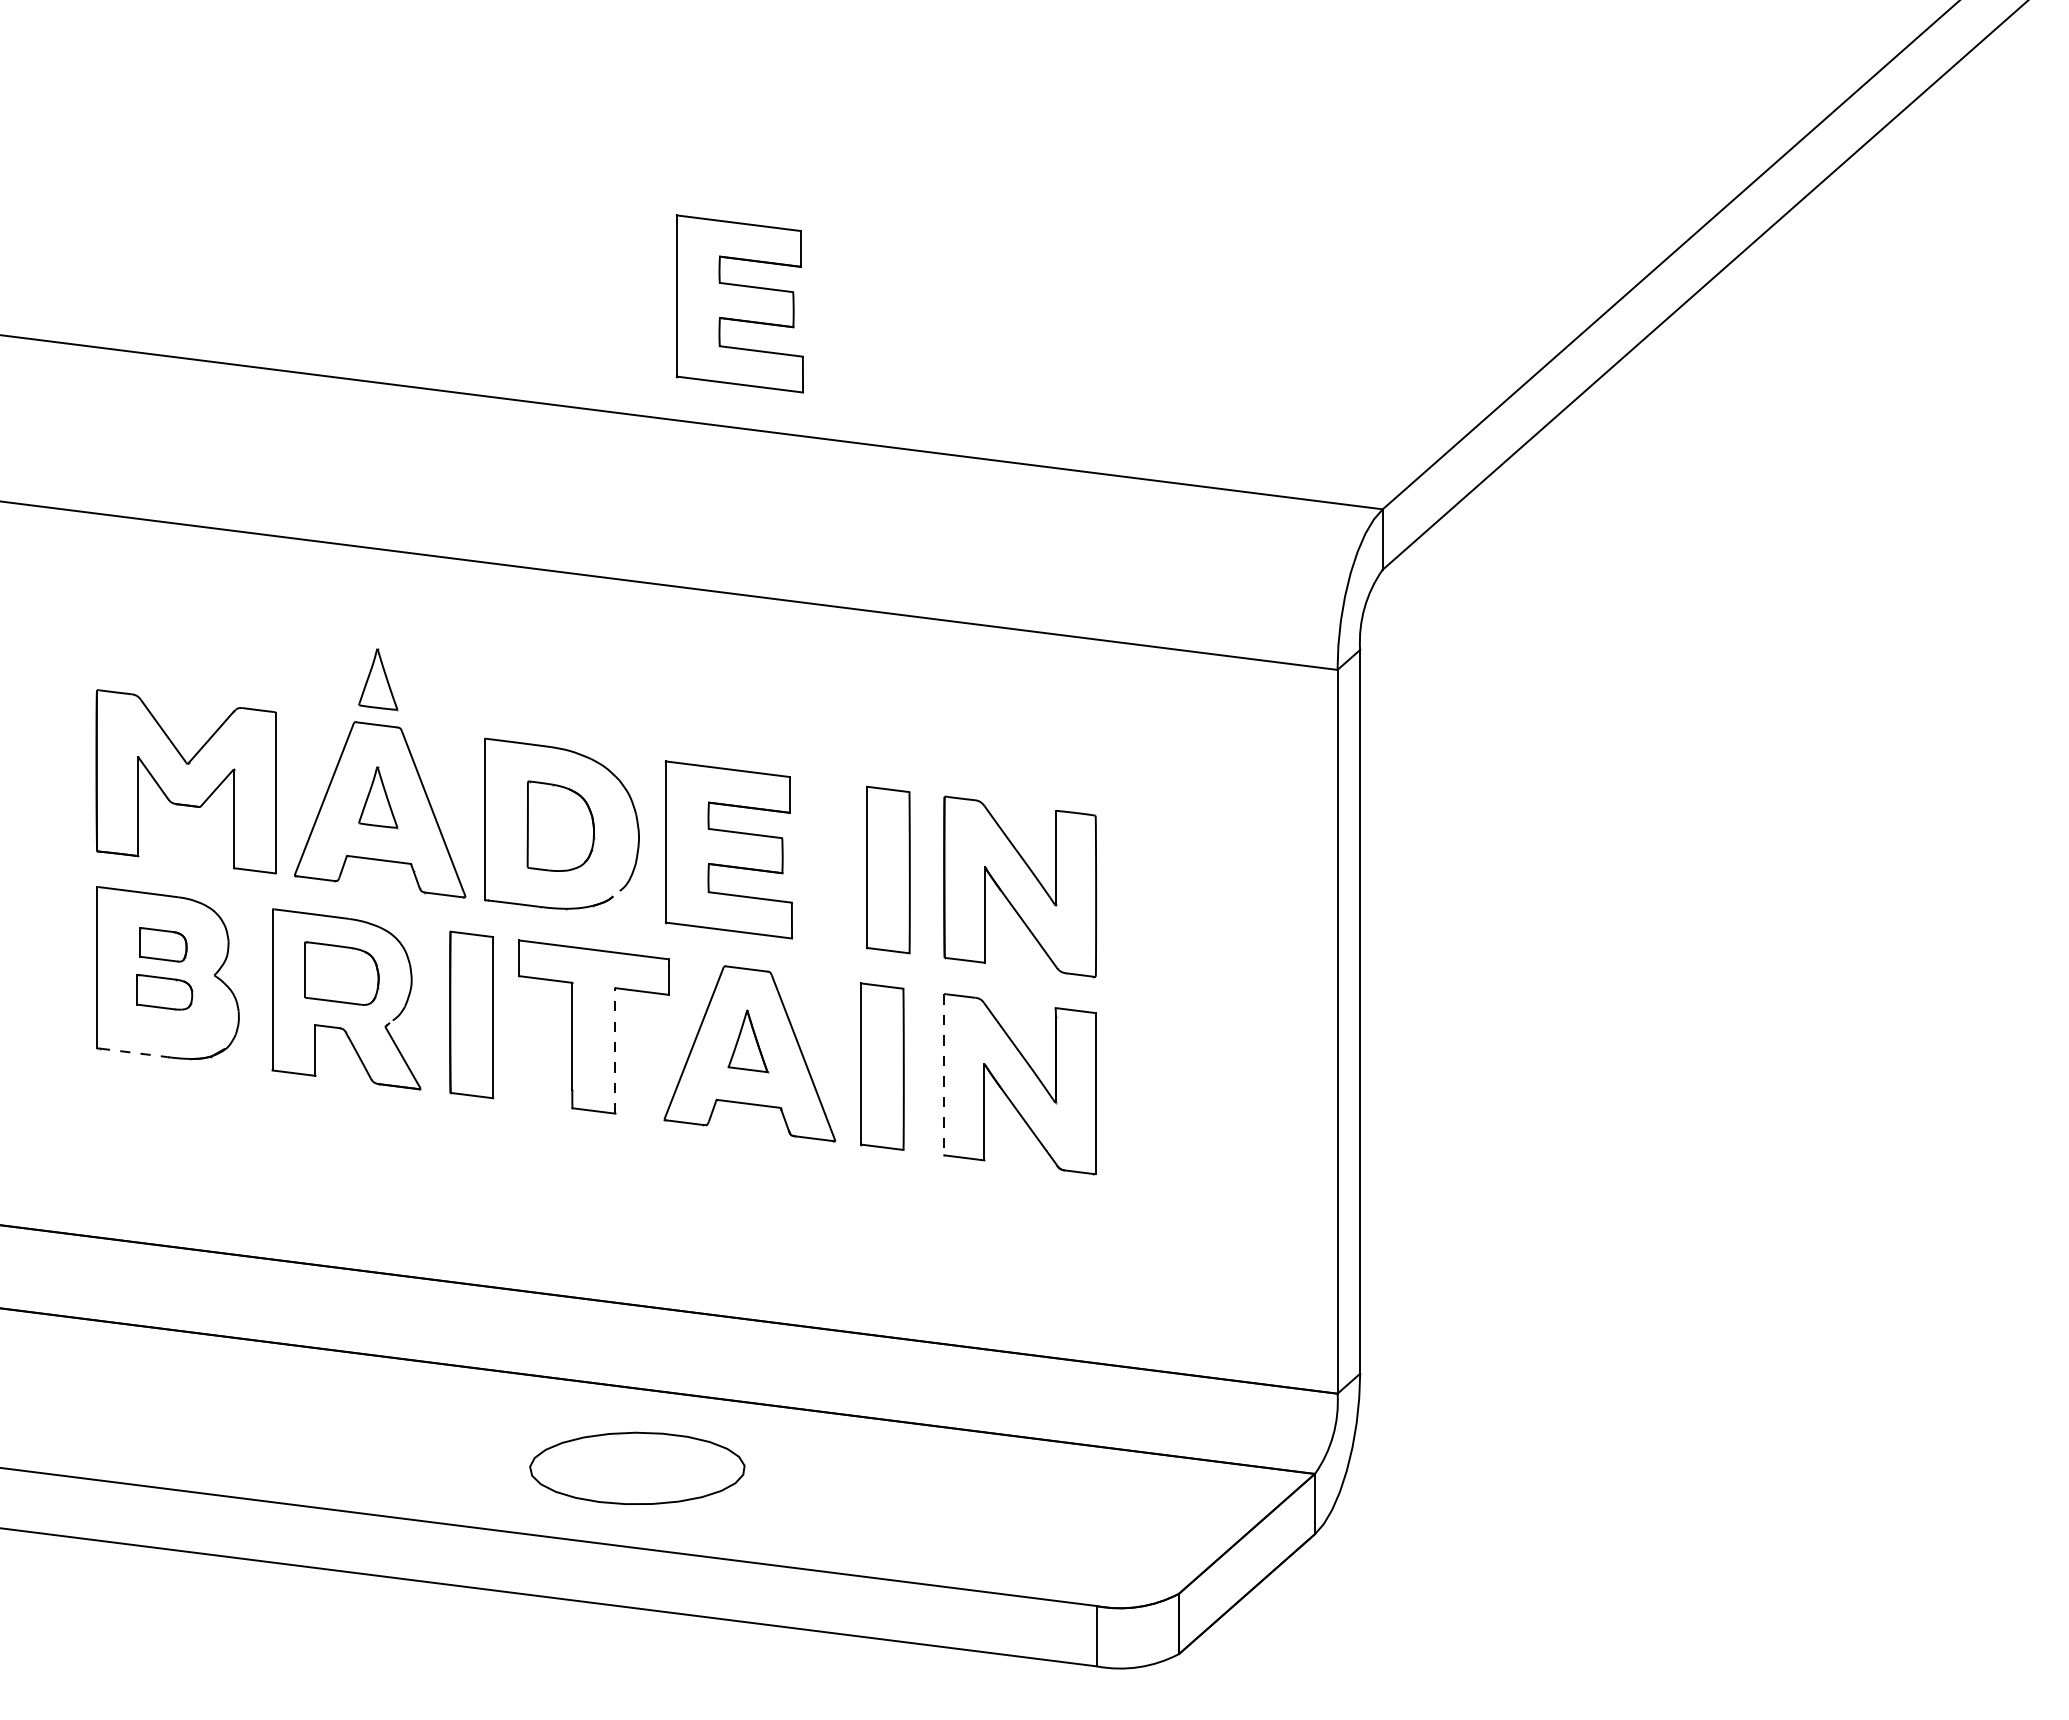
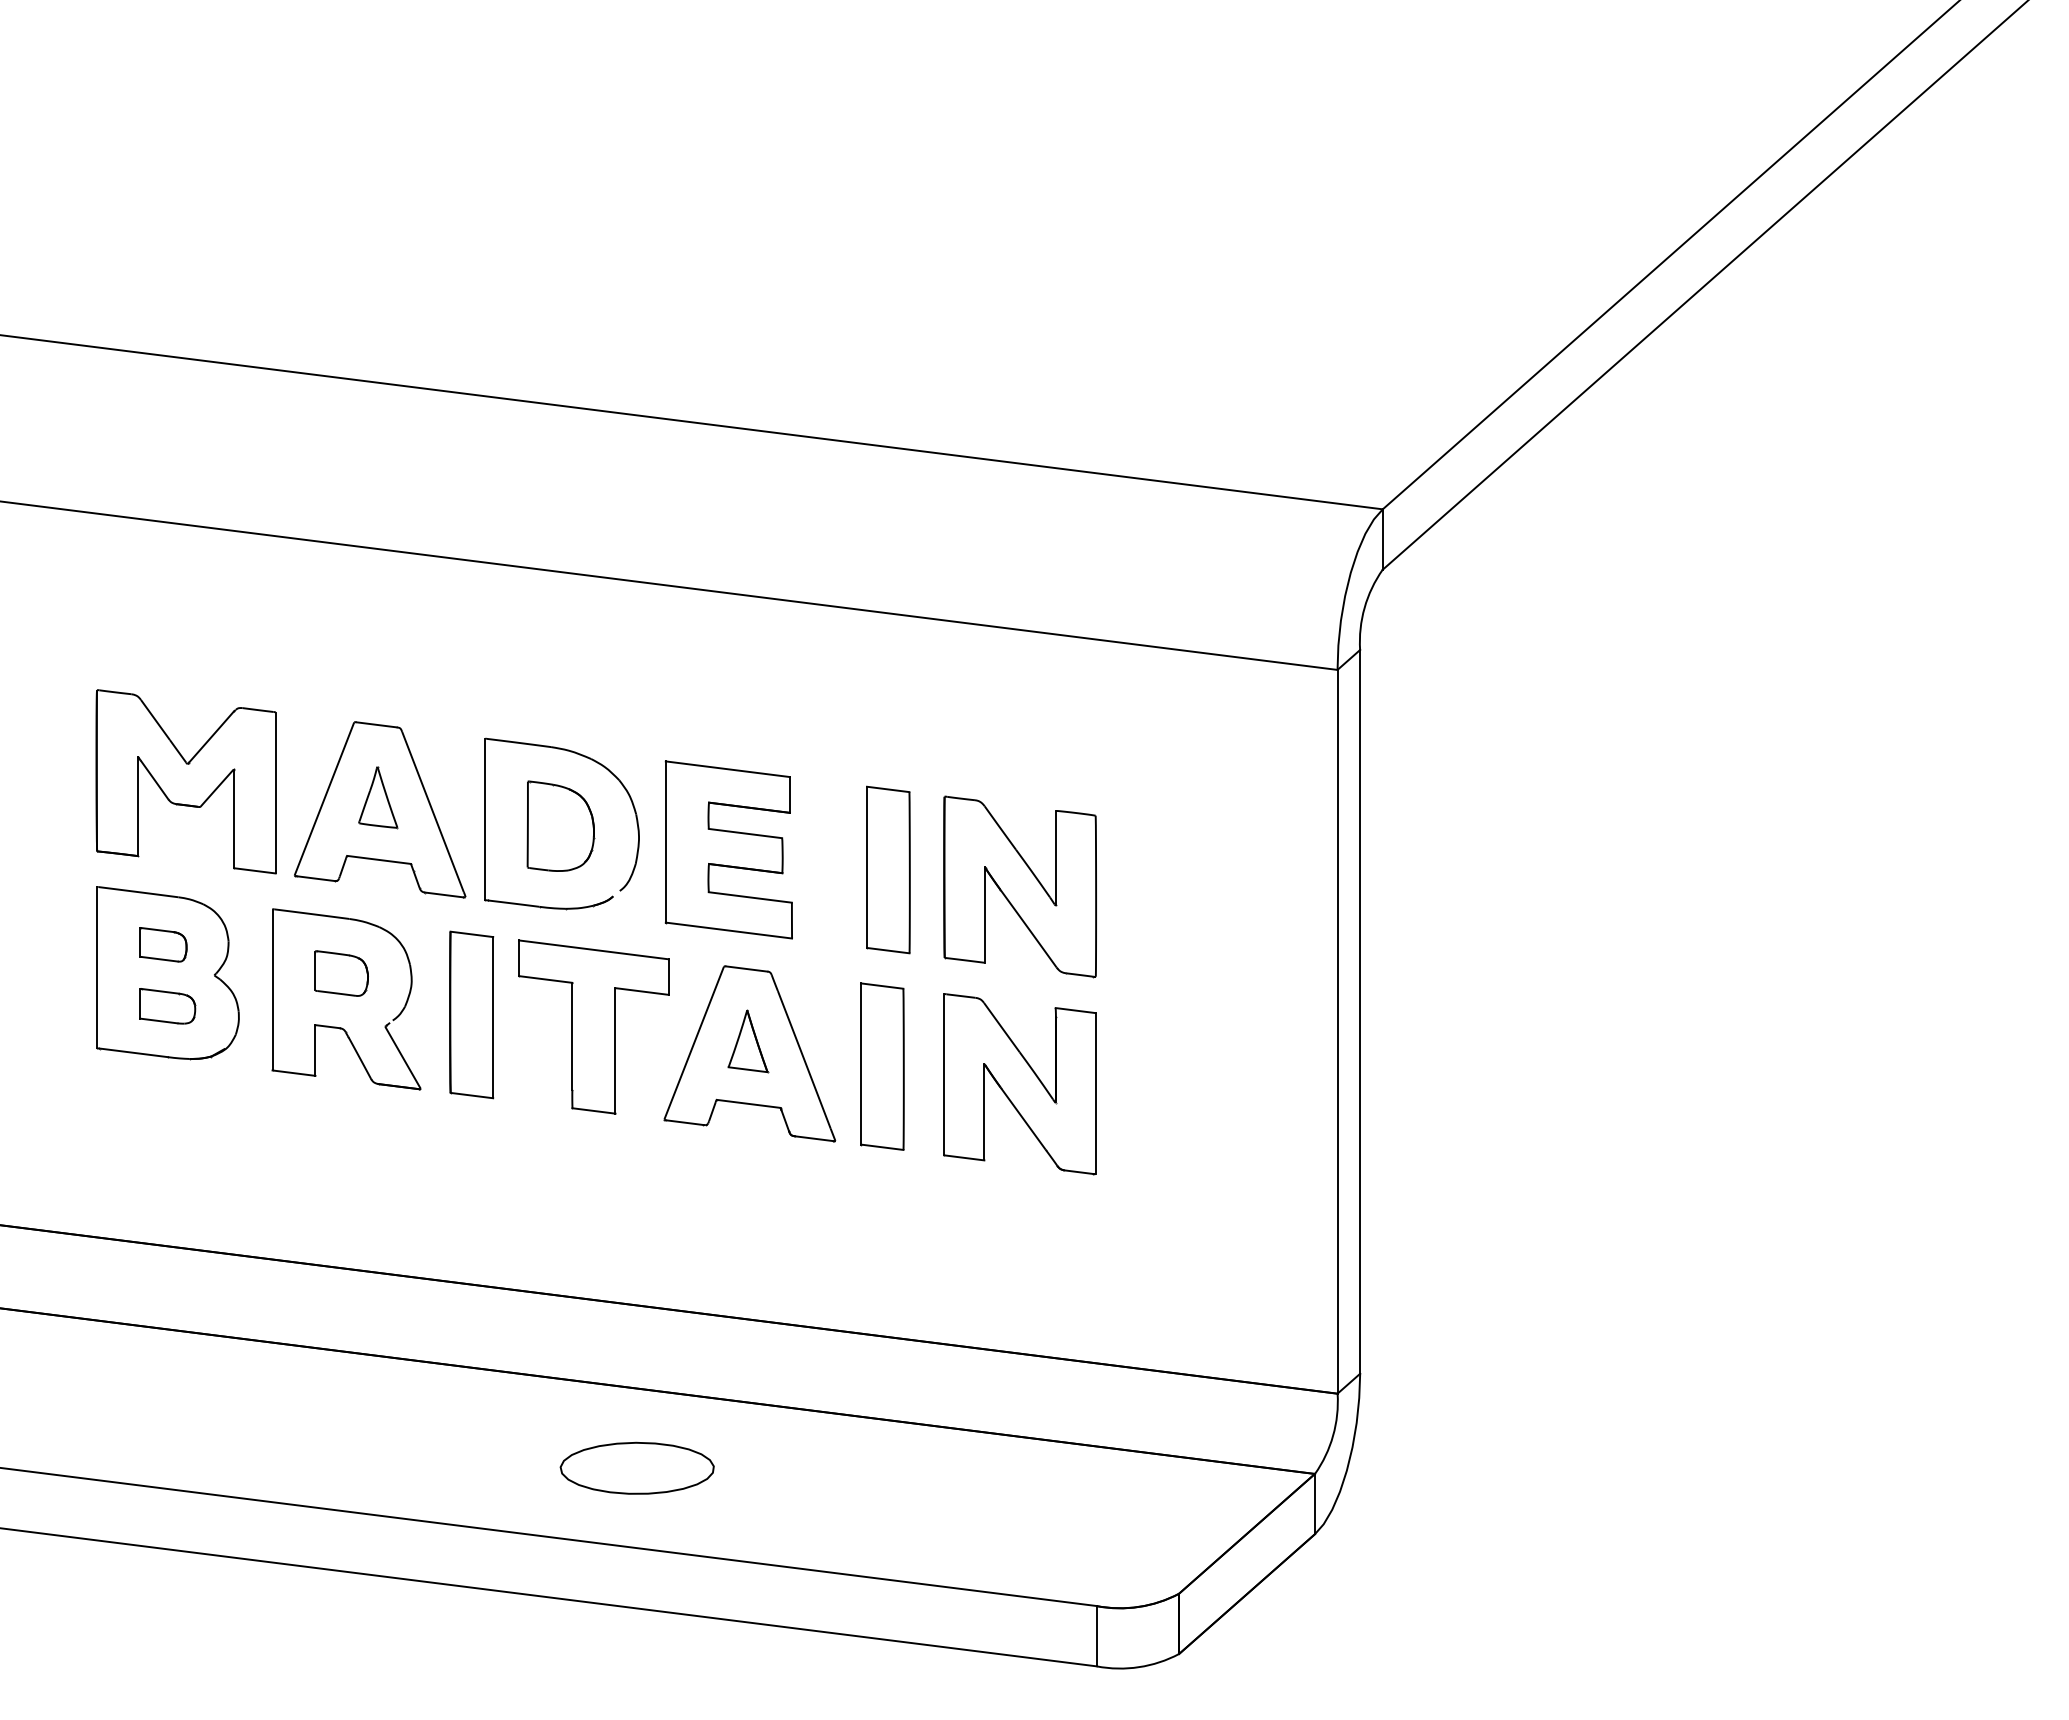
part at (739, 303): present -> none
part at (378, 679): present -> none
part at (341, 973) size: 76x65 px -> 55x47 px
part at (164, 992) position: (164, 992) -> (167, 1006)
line at (615, 1050): dashed -> solid
line at (134, 1052): dashed -> solid
line at (944, 1075): dashed -> solid
part at (637, 1467) size: 217x74 px -> 156x54 px
